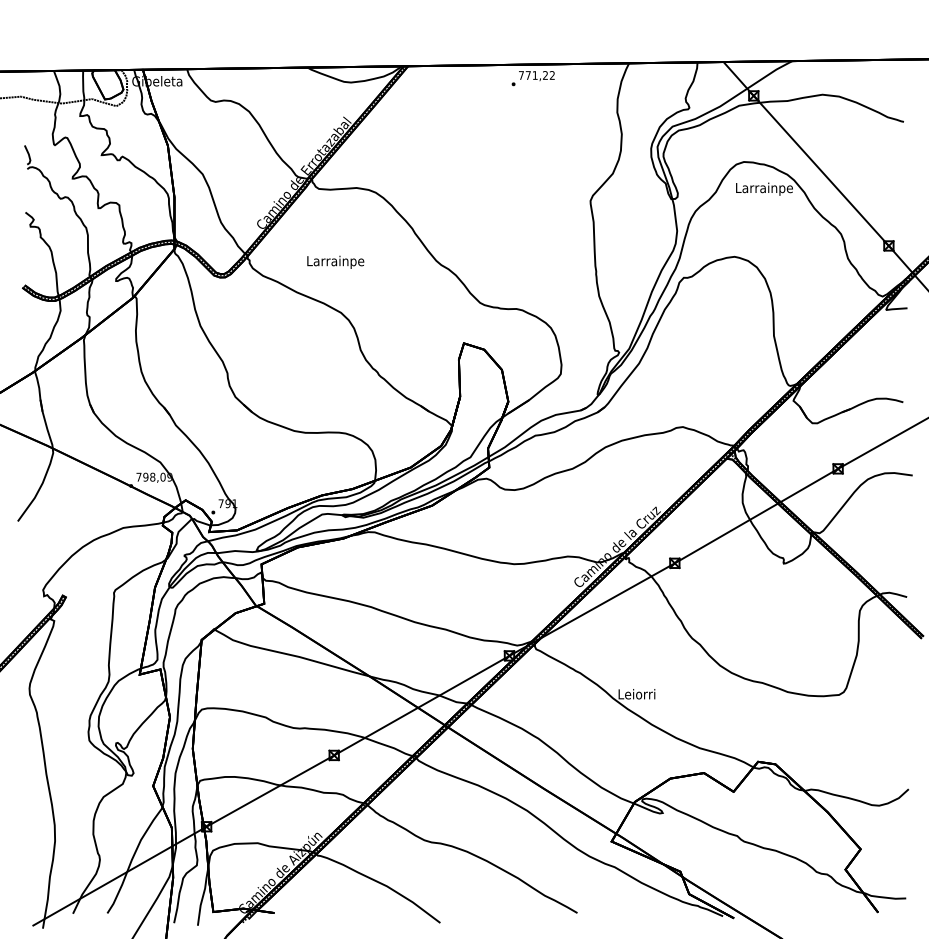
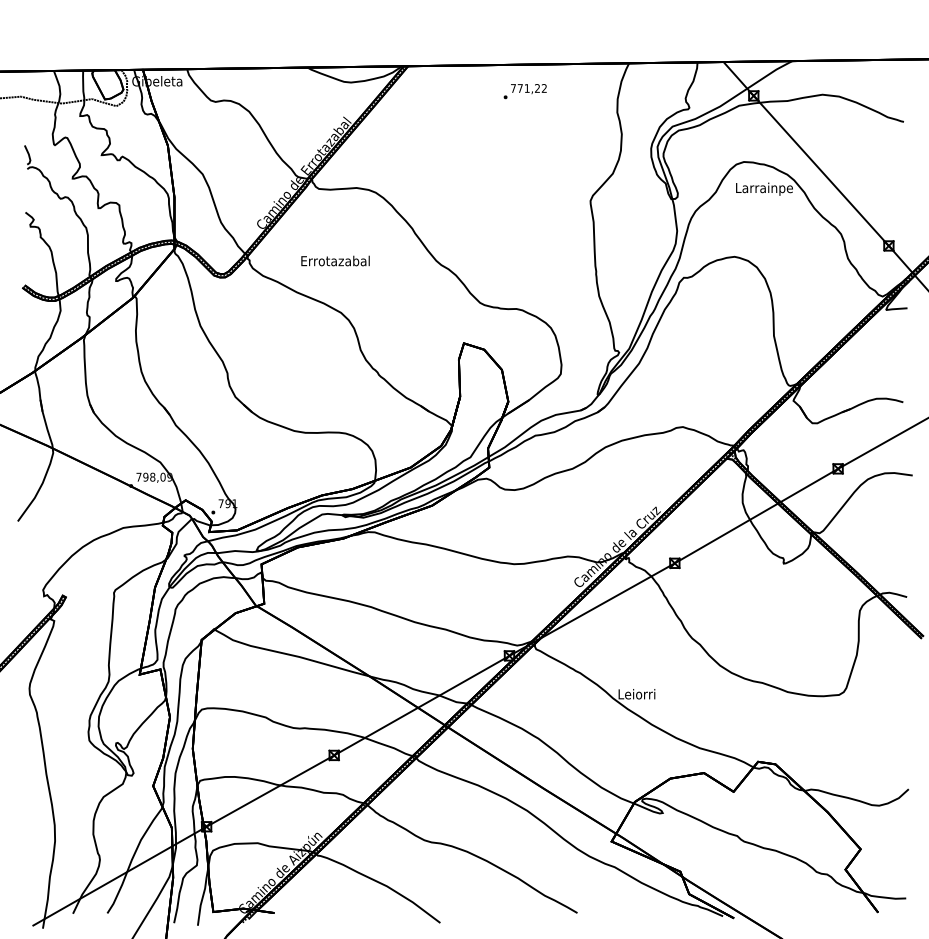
text at (532, 78) position: (532, 78) -> (524, 91)
text at (335, 261): Larrainpe -> Errotazabal
